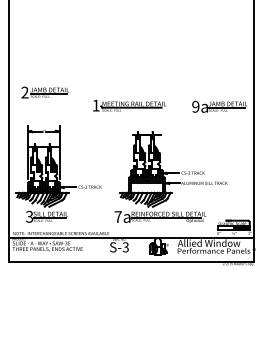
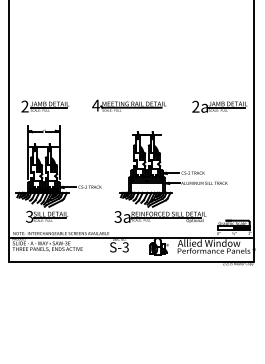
part at (45, 92) position: (45, 92) -> (45, 106)
text at (96, 105): 1 -> 4
text at (195, 106): 9a -> 2a
text at (117, 216): 7a -> 3a
